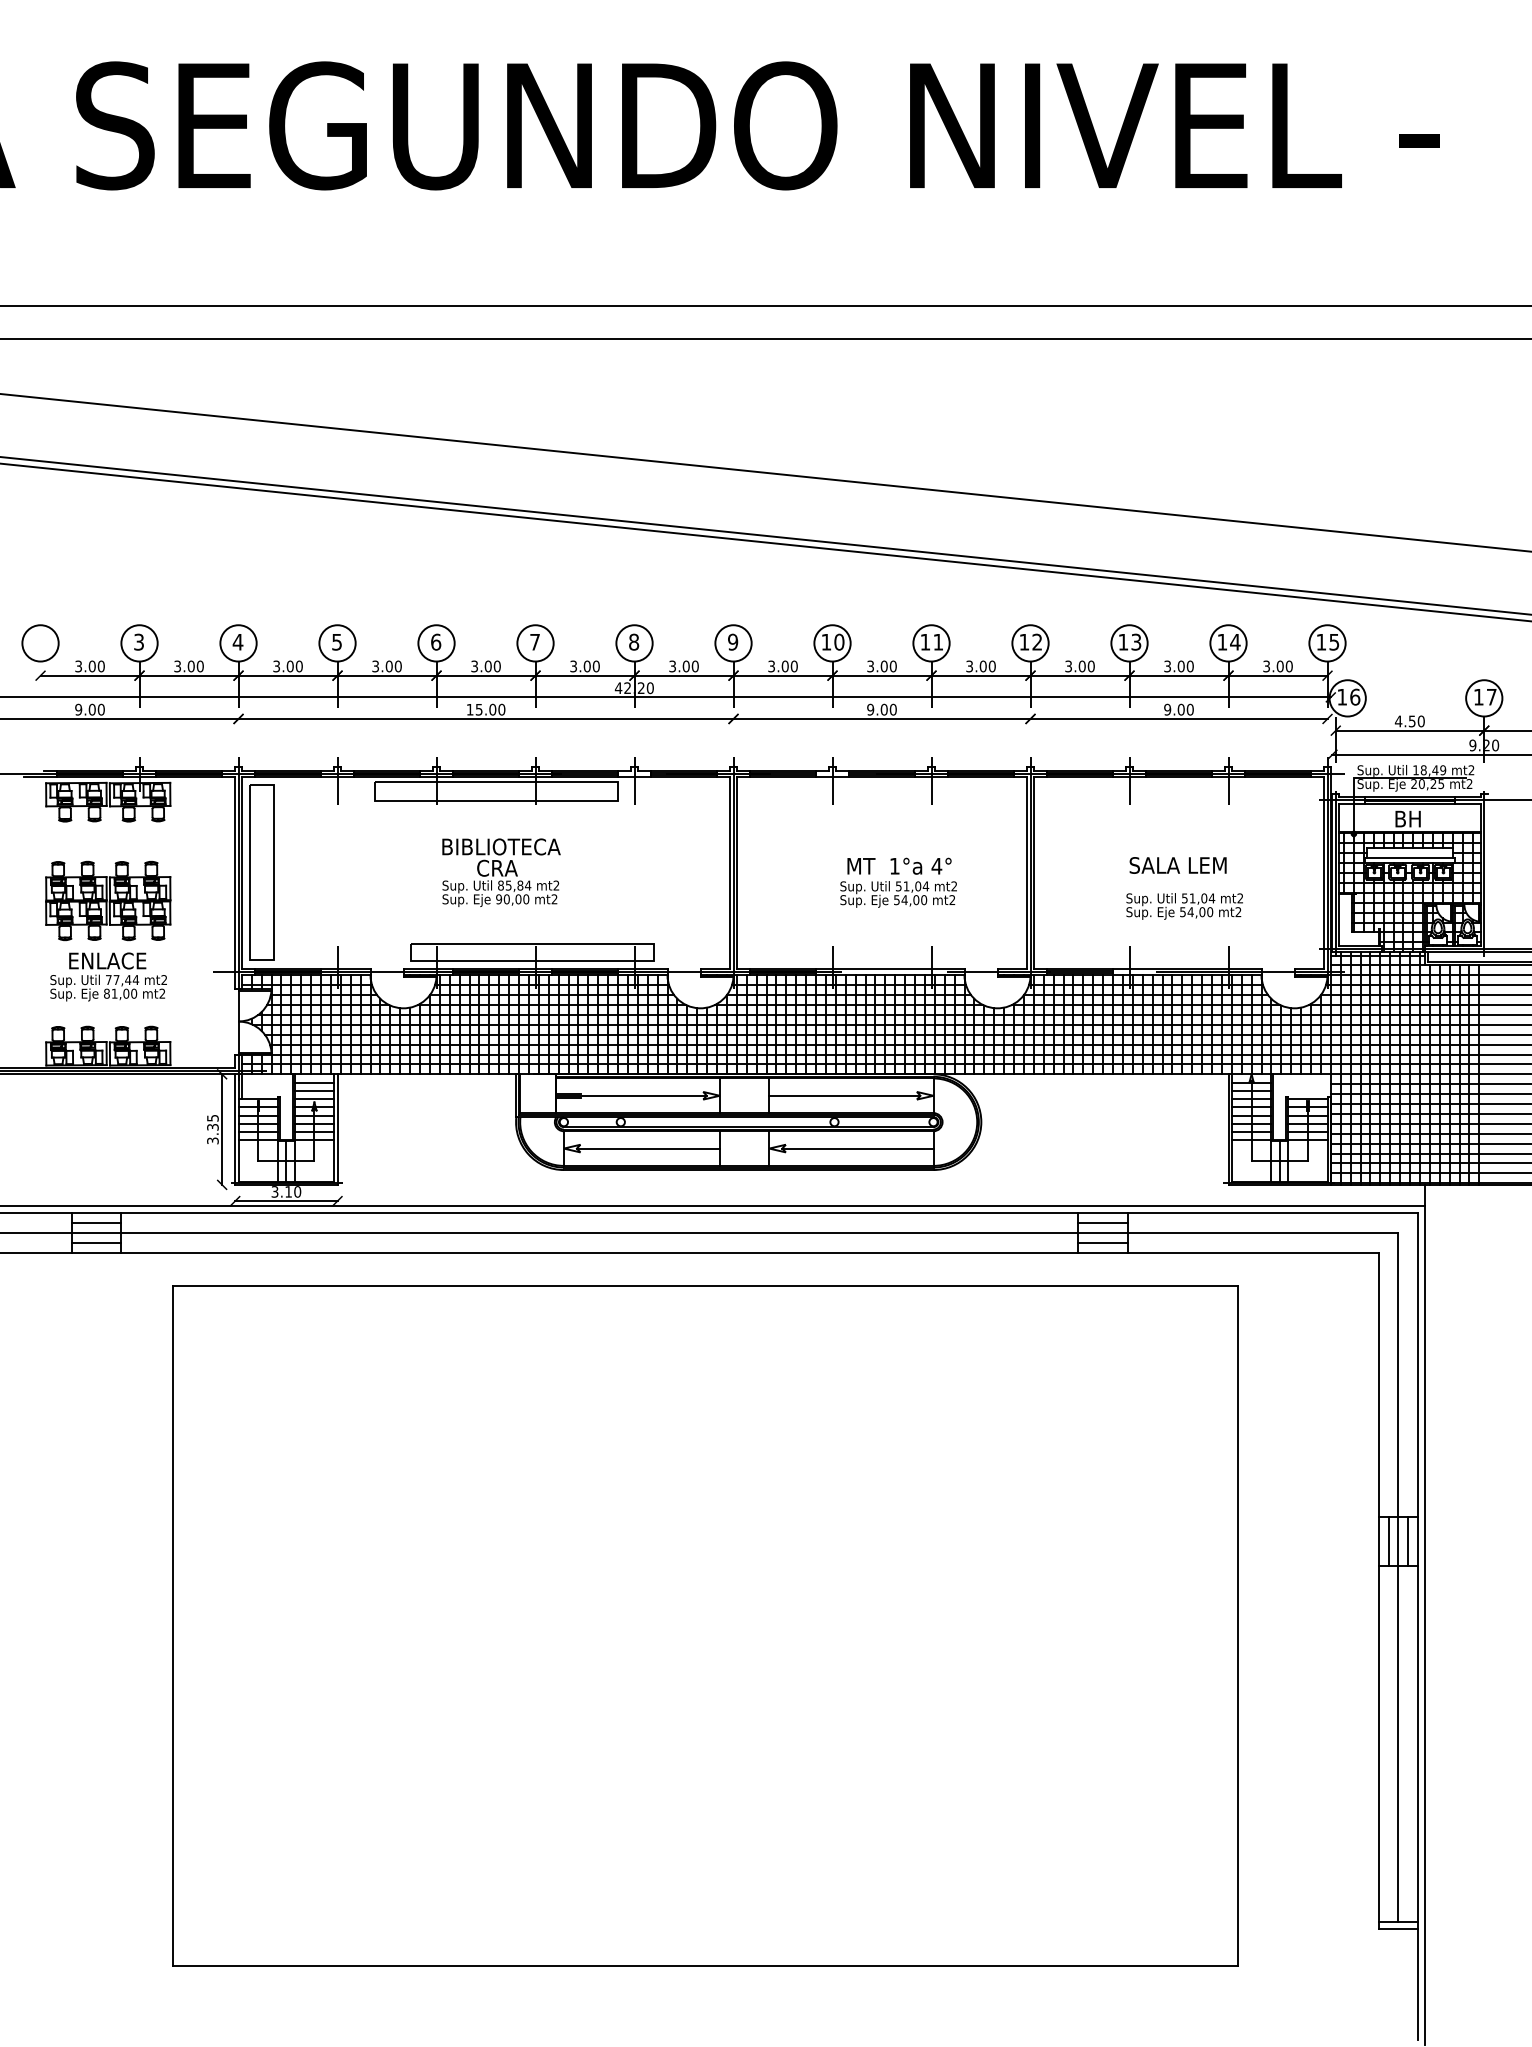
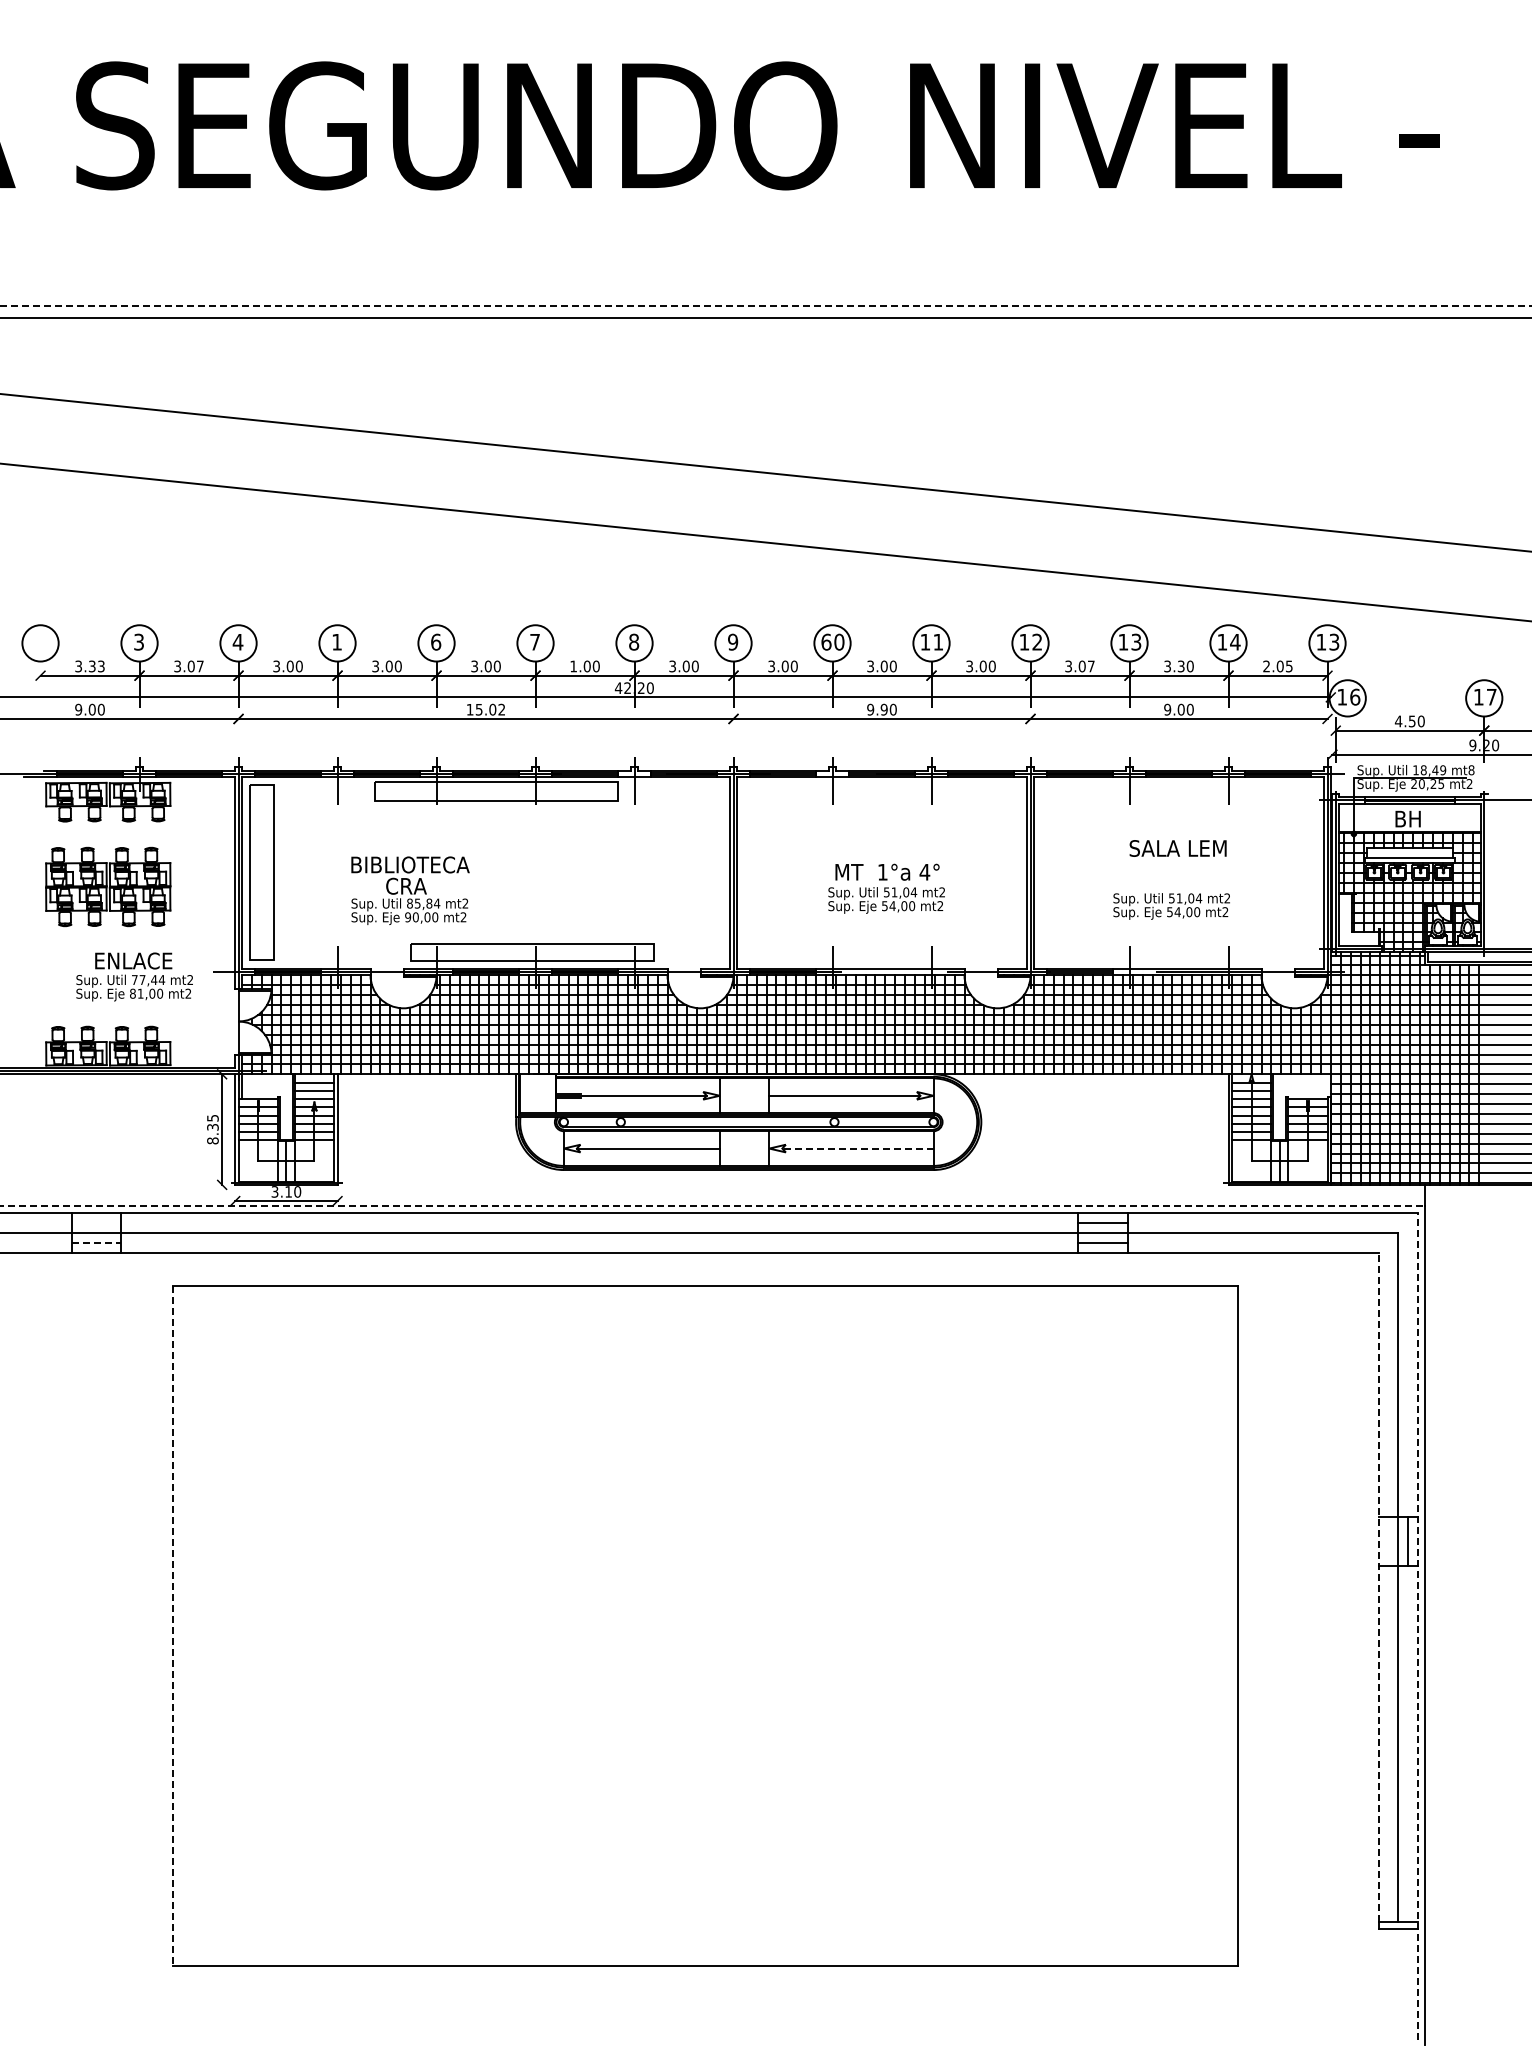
line at (766, 306): solid -> dashed
line at (765, 338) position: (765, 338) -> (765, 317)
line at (765, 535): present -> none
text at (826, 641): 10 -> 60
text at (1334, 641): 15 -> 13
text at (336, 642): 5 -> 1
text at (96, 666): 3.00 -> 3.33
text at (199, 666): 3.00 -> 3.07
text at (573, 666): 3.00 -> 1.00
text at (1090, 666): 3.00 -> 3.07
text at (1180, 666): 3.00 -> 3.30
text at (1277, 666): 3.00 -> 2.05
text at (501, 709): 15.00 -> 15.02
text at (883, 709): 9.00 -> 9.90
text at (1471, 770): mt2 -> mt8
text at (1177, 865) position: (1177, 865) -> (1177, 848)
text at (501, 872) position: (501, 872) -> (410, 890)
text at (898, 882) position: (898, 882) -> (886, 888)
part at (108, 900) position: (108, 900) -> (108, 886)
text at (1184, 906) position: (1184, 906) -> (1171, 906)
text at (108, 976) position: (108, 976) -> (134, 976)
text at (212, 1140): 3.35 -> 8.35
line at (858, 1148): solid -> dashed
line at (712, 1206): solid -> dashed
line at (96, 1222): present -> none
line at (96, 1242): solid -> dashed
line at (1388, 1541): present -> none
line at (1378, 1587): solid -> dashed
line at (1418, 1625): solid -> dashed
line at (172, 1626): solid -> dashed
